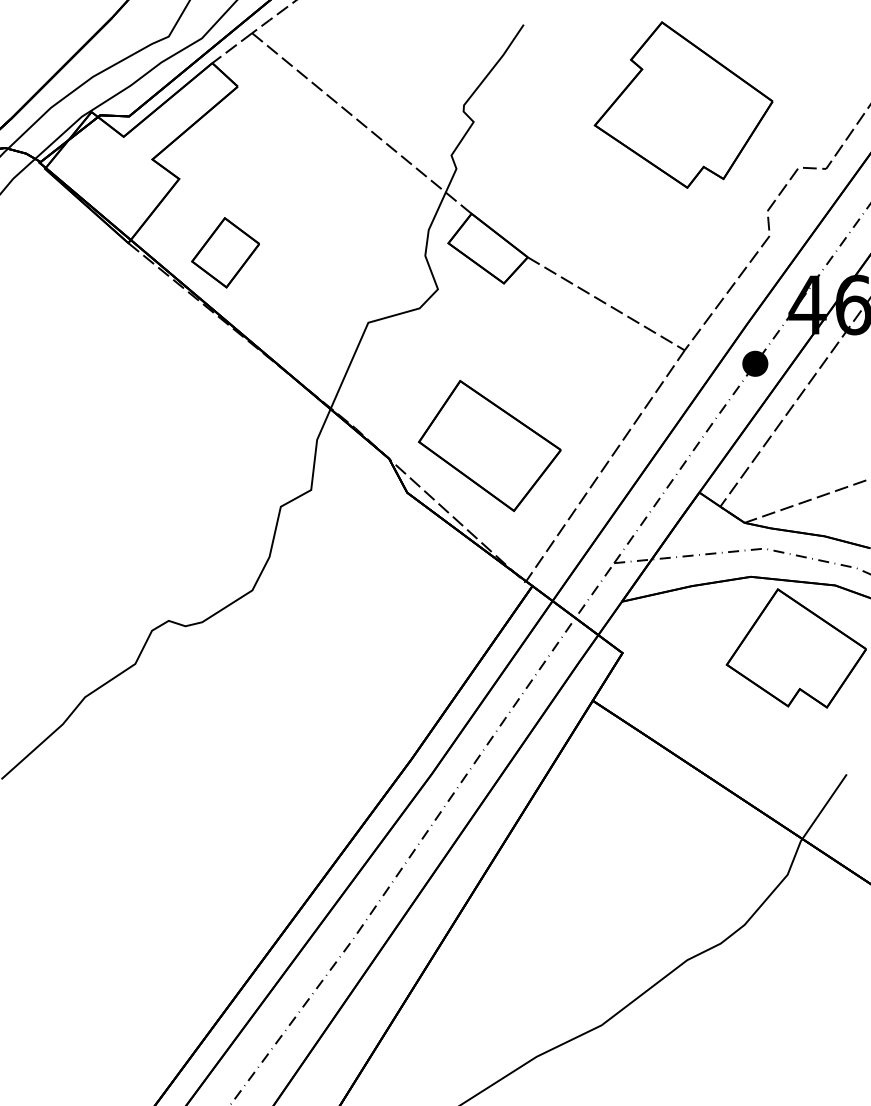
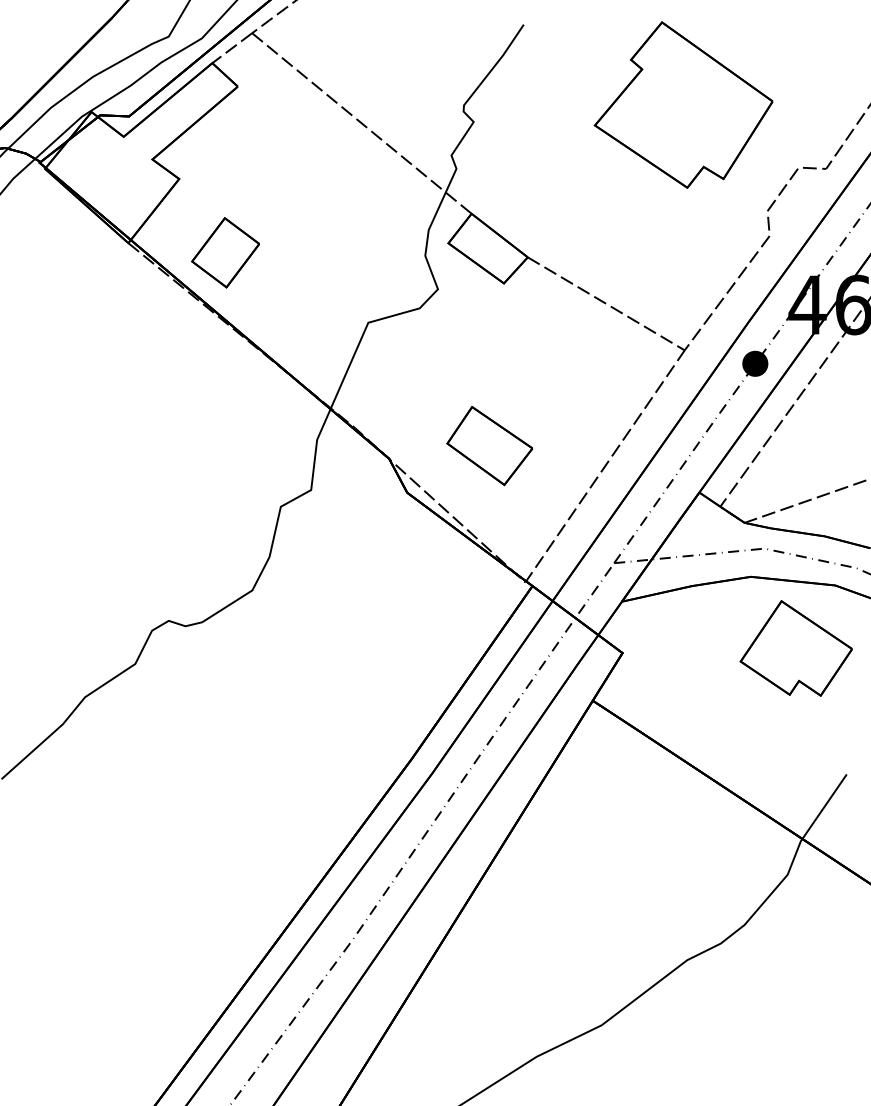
part at (489, 445) size: 144x134 px -> 88x81 px
part at (795, 648) size: 142x121 px -> 114x97 px
